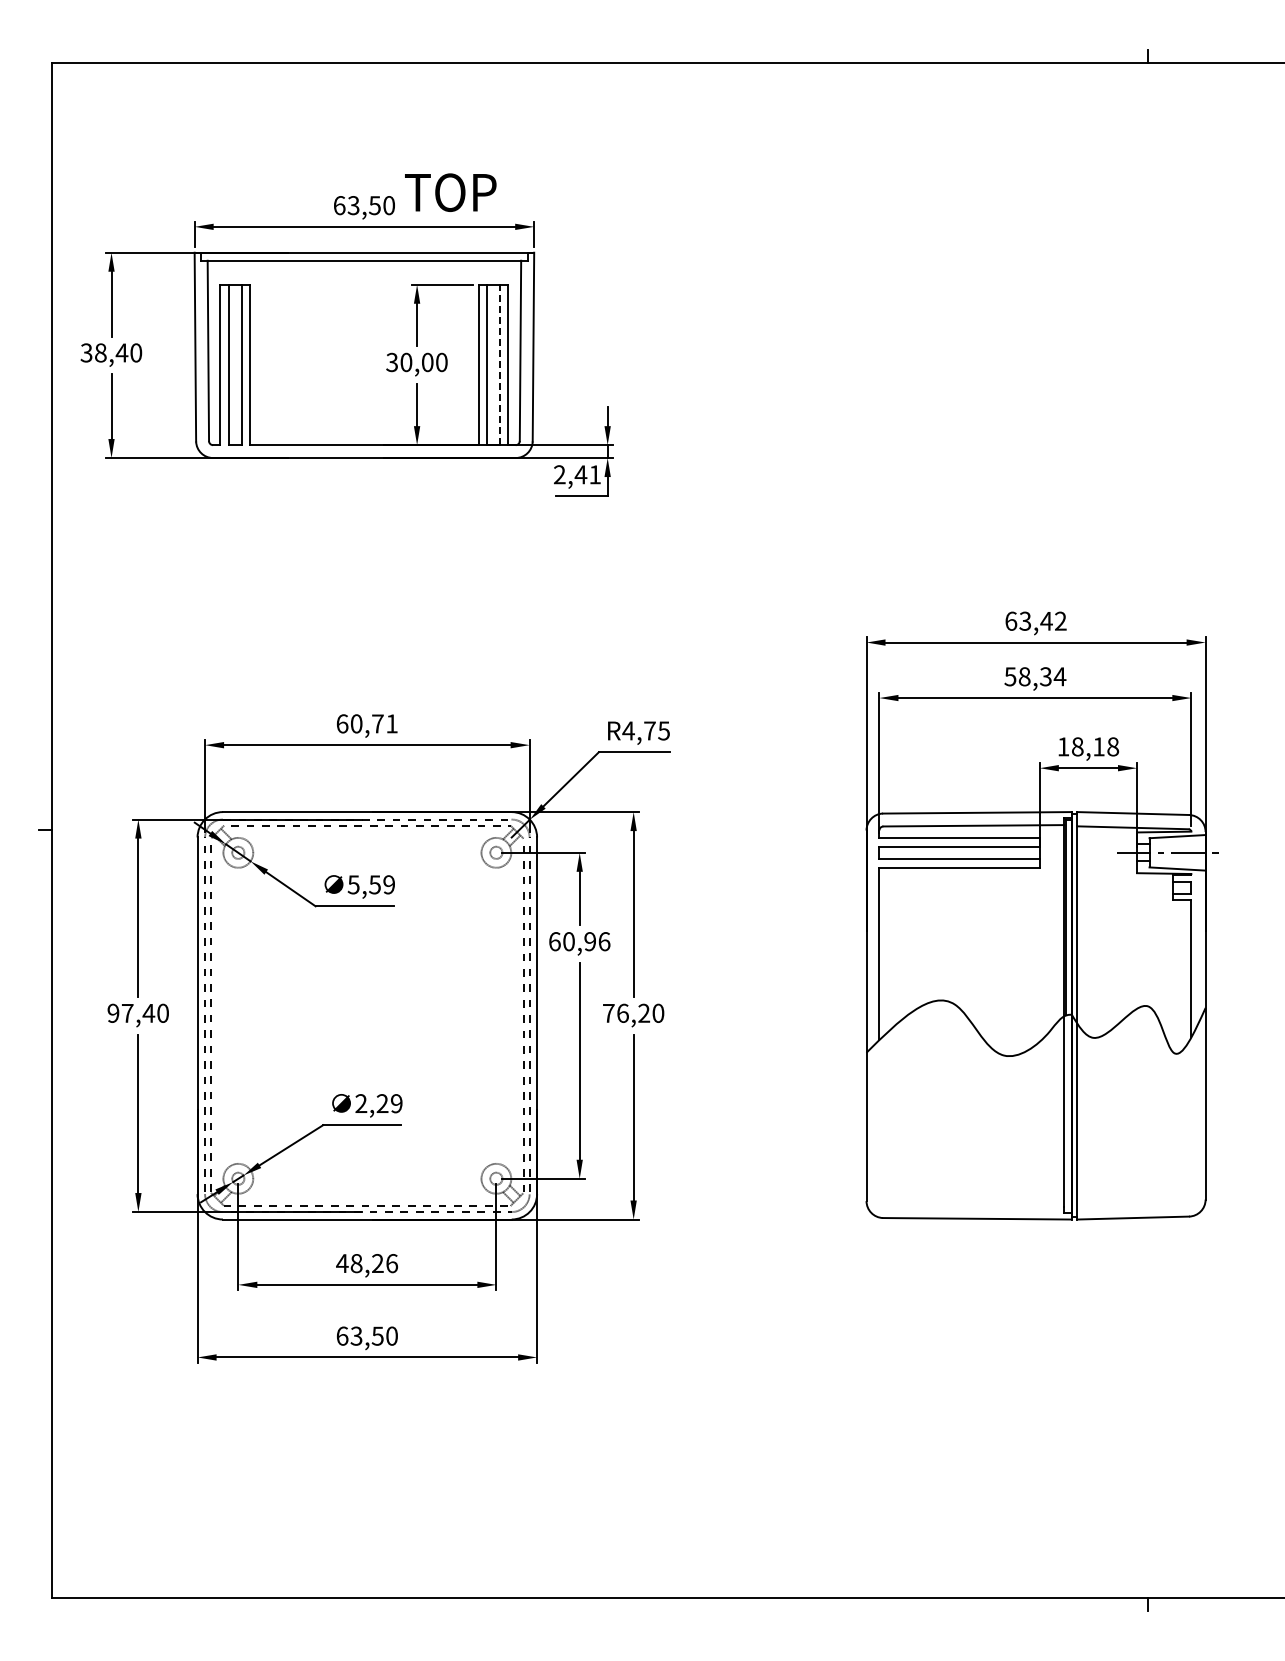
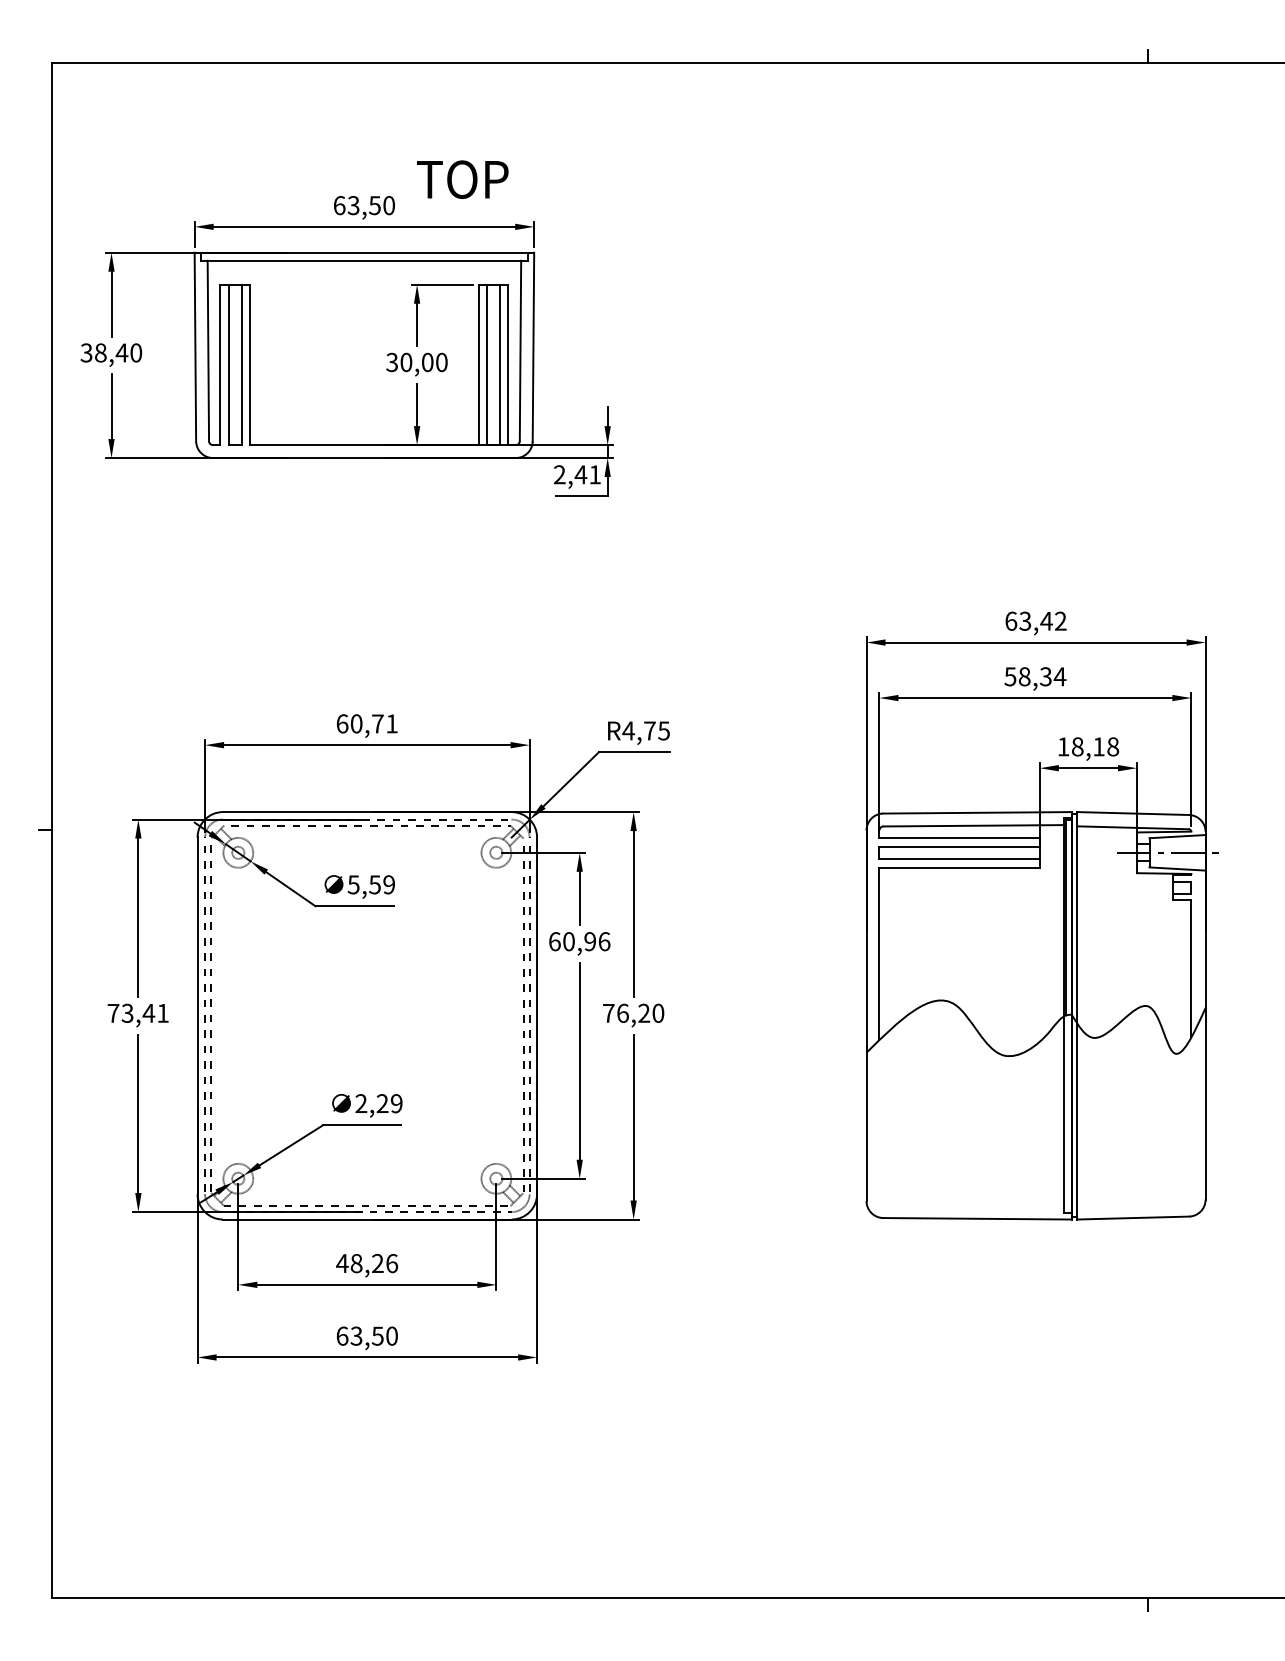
text at (450, 192) position: (450, 192) -> (462, 179)
line at (499, 364): dashed -> solid
text at (137, 1012): 97,40 -> 73,41
